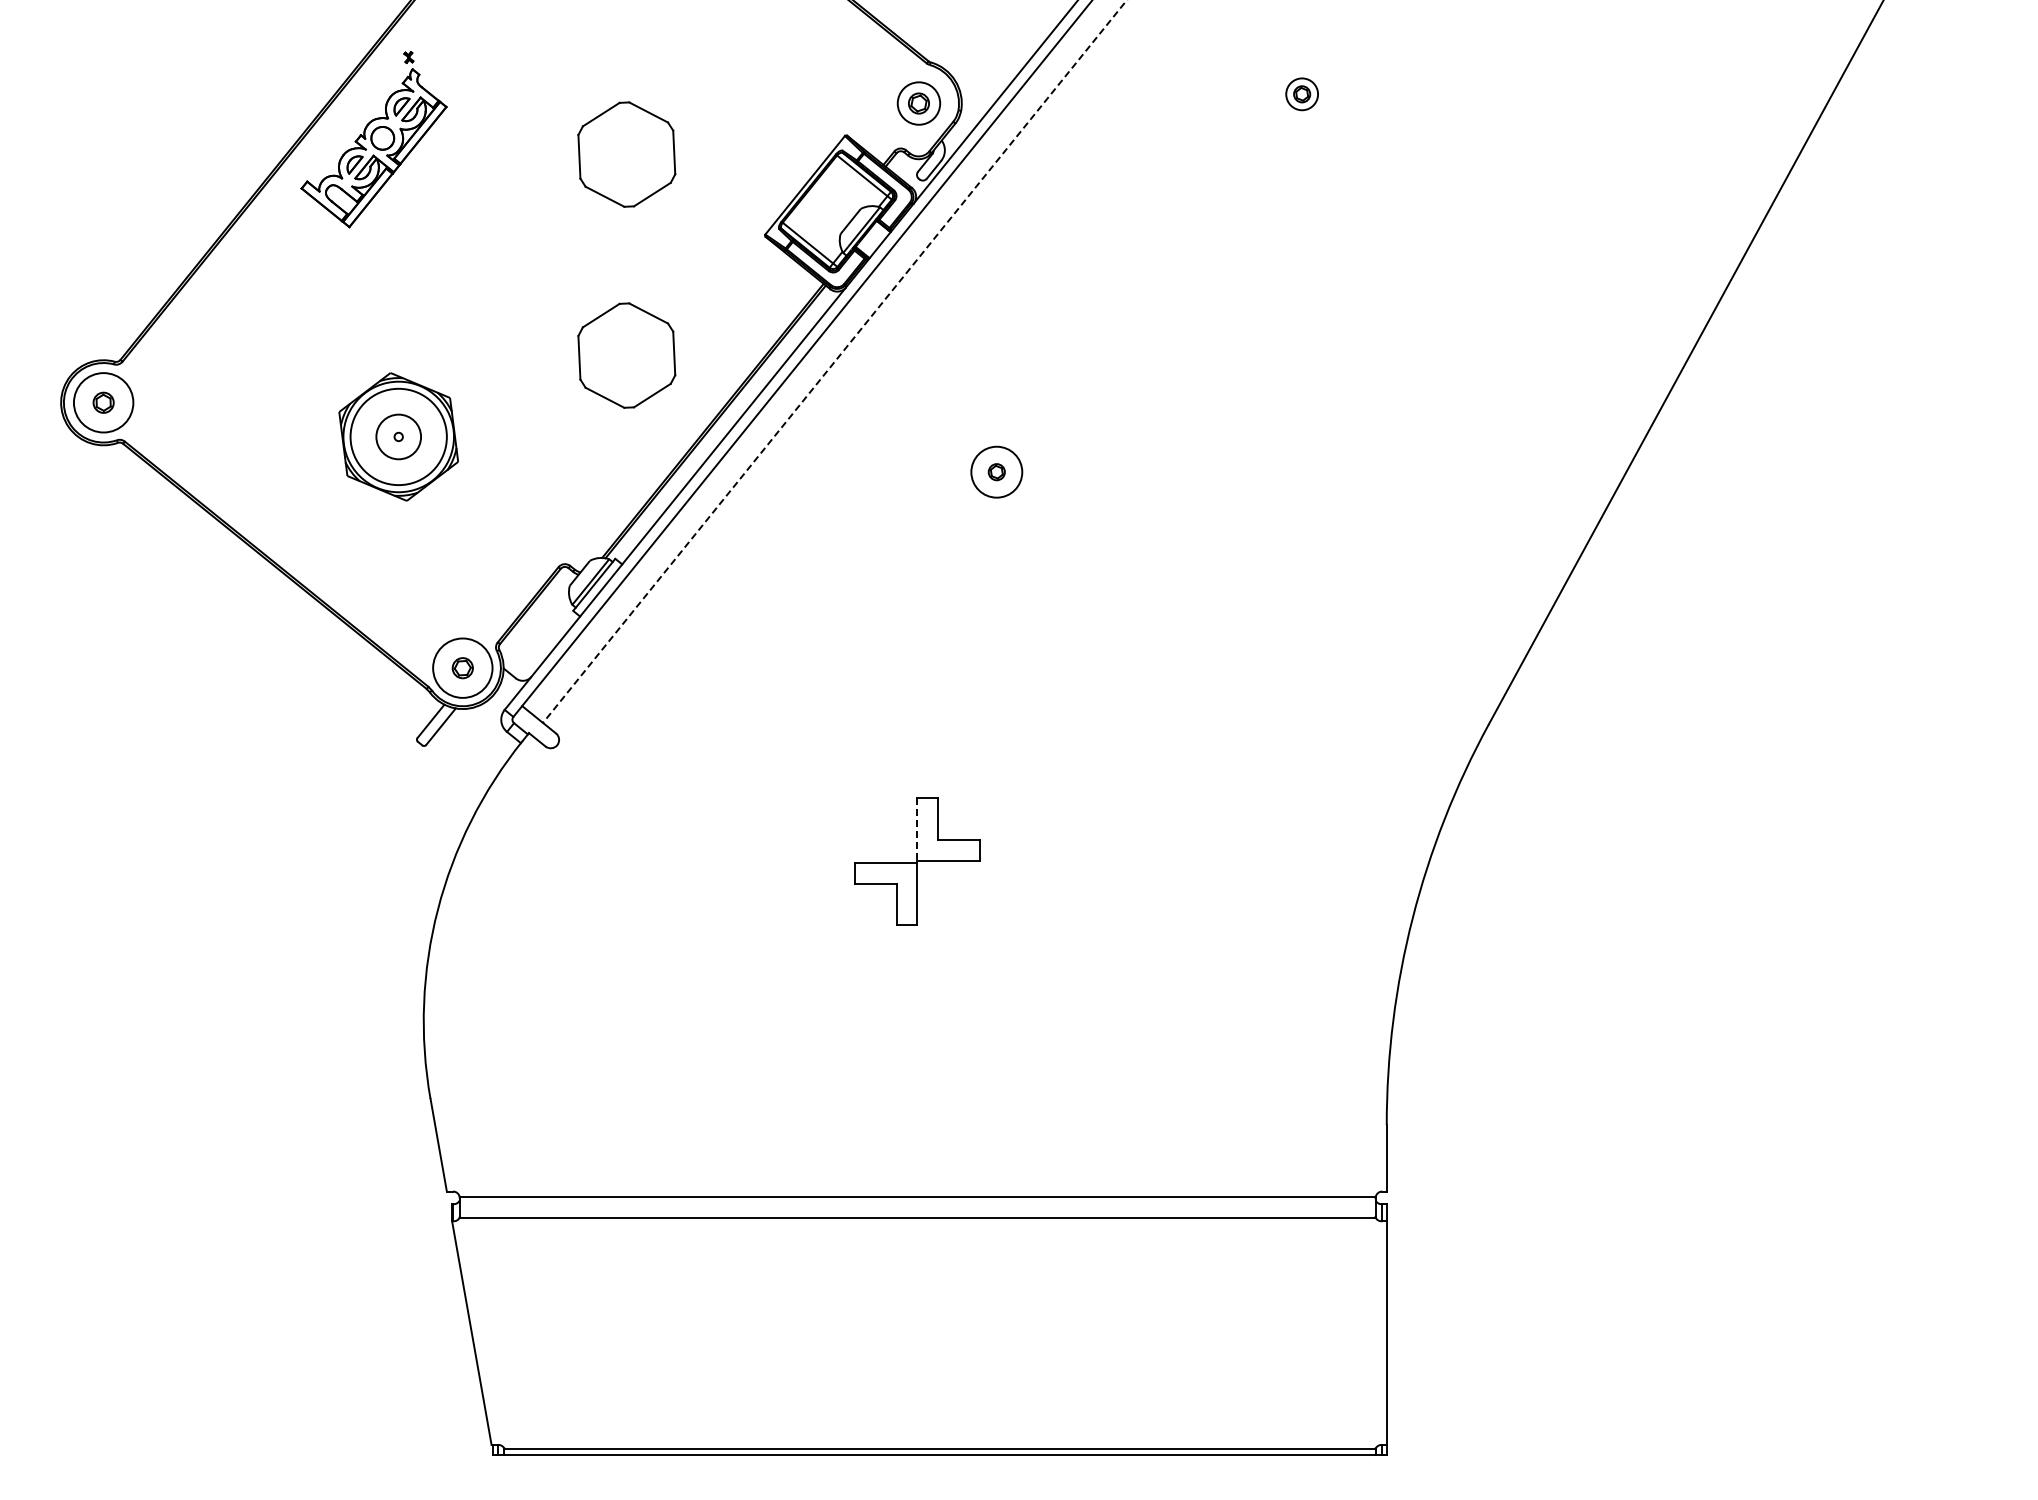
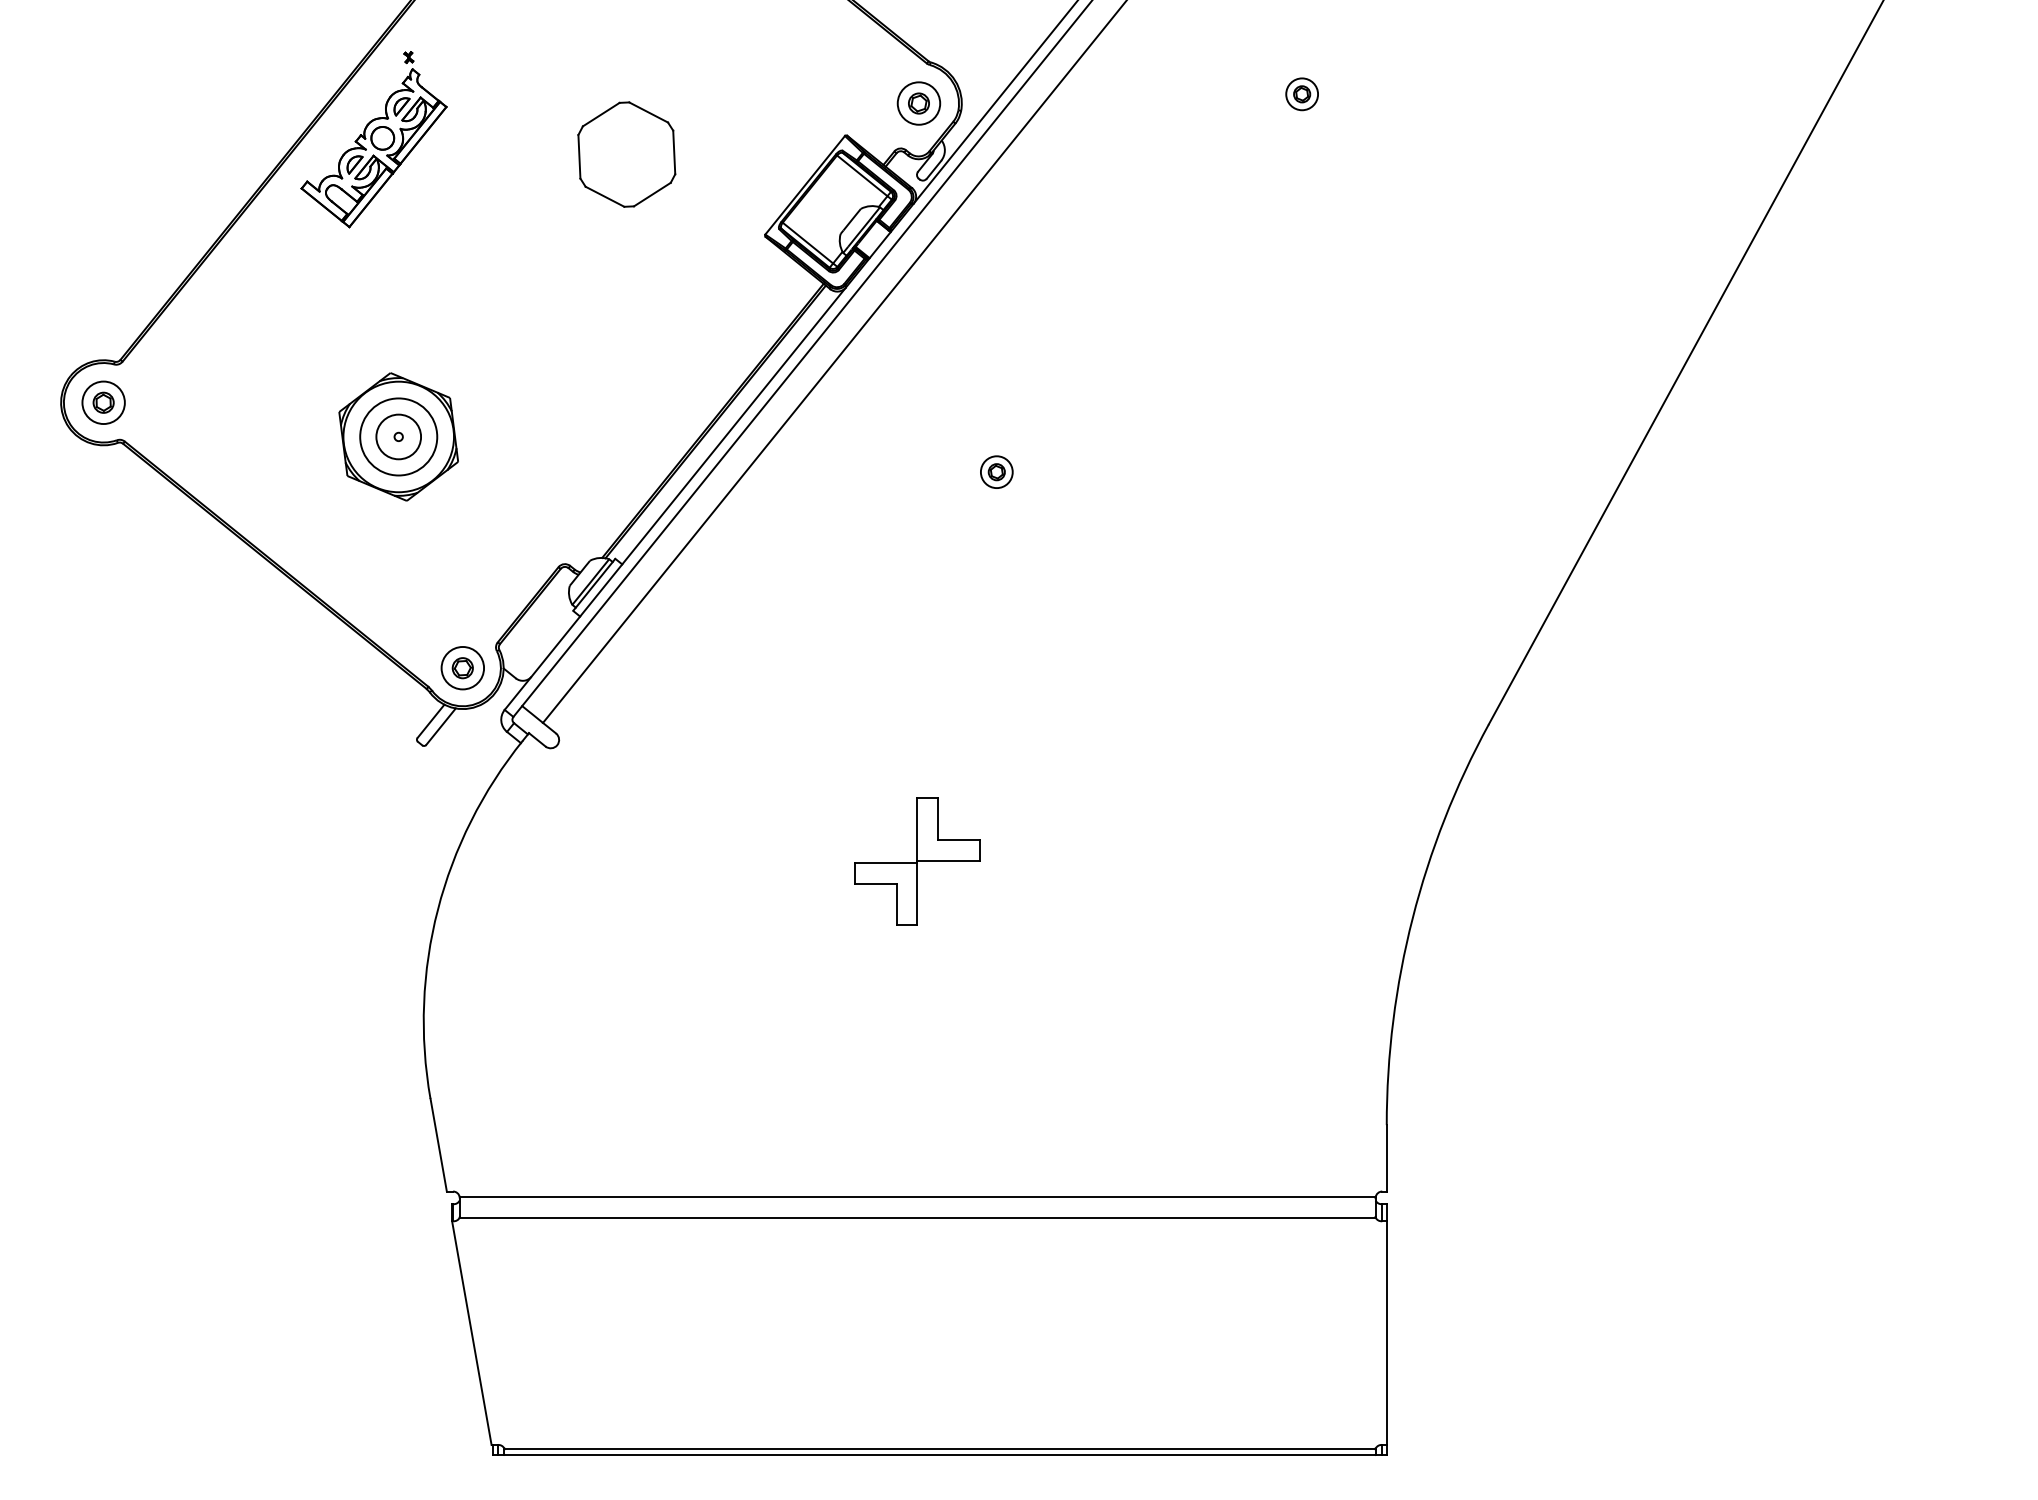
part at (626, 355): present -> none
line at (834, 362): dashed -> solid
circle at (103, 402) diameter: 59 px -> 42 px
circle at (398, 436) diameter: 96 px -> 77 px
circle at (996, 471) diameter: 51 px -> 32 px
circle at (462, 667) diameter: 59 px -> 42 px
line at (917, 829): dashed -> solid
